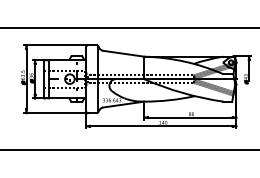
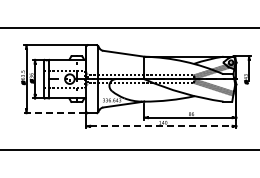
line at (55, 113): solid -> dashed
line at (161, 126): solid -> dashed
